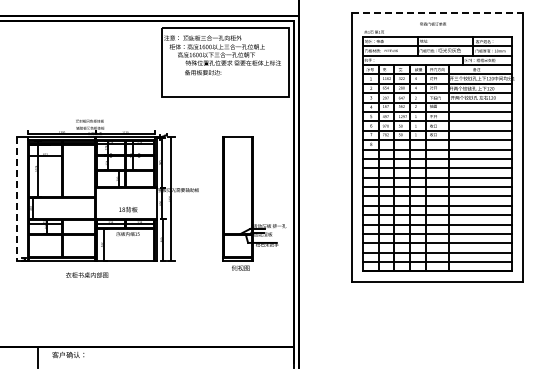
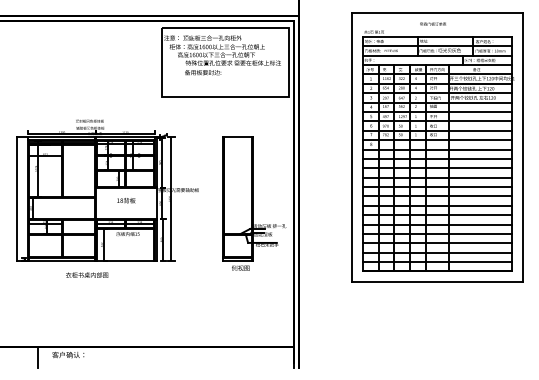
line at (437, 12): dashed -> solid
line at (17, 199): dashed -> solid
text at (128, 209) position: (128, 209) -> (126, 200)
